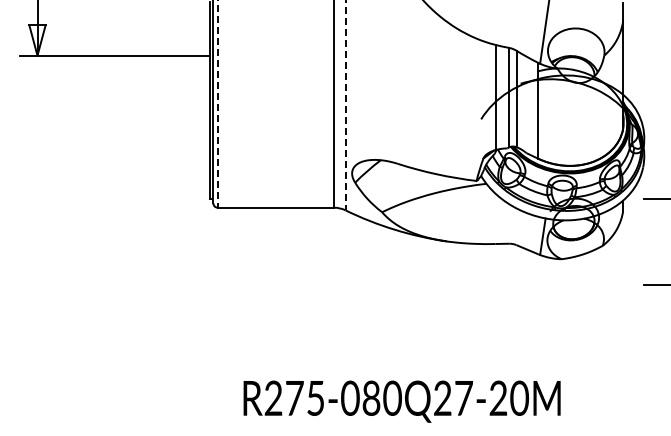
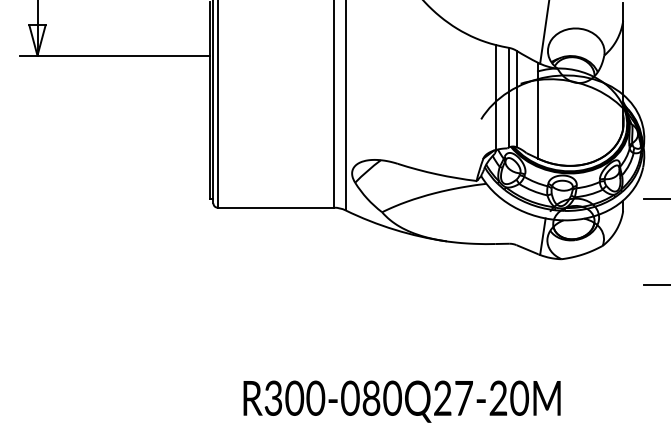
line at (217, 103): dashed -> solid
line at (345, 105): dashed -> solid
text at (294, 397): R275-080Q27-20M -> R300-080Q27-20M
